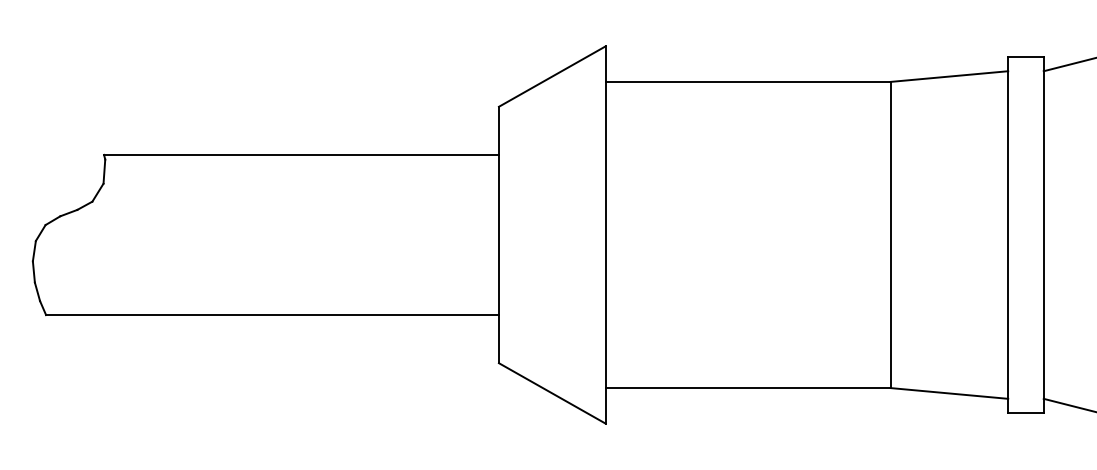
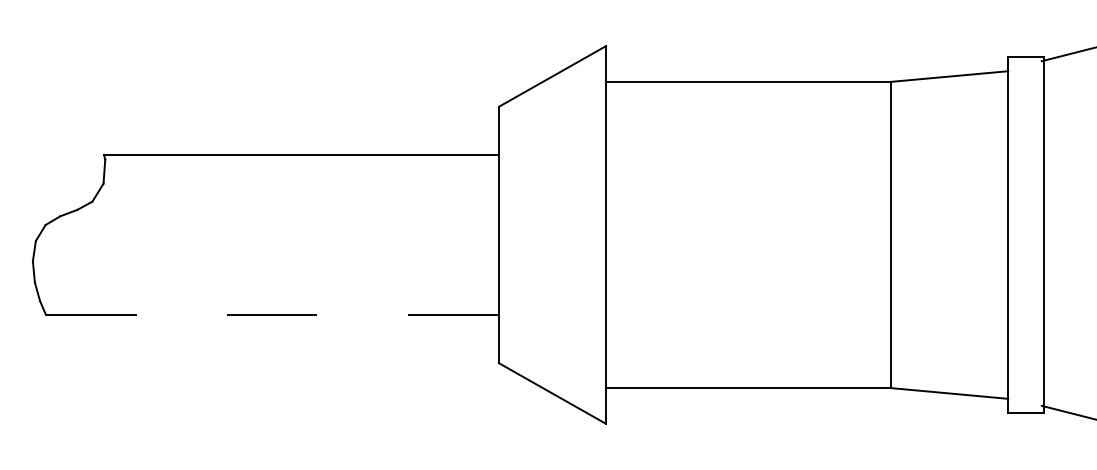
line at (1068, 64) position: (1068, 64) -> (1067, 54)
line at (273, 315): solid -> dashed
line at (1068, 404) position: (1068, 404) -> (1067, 411)
